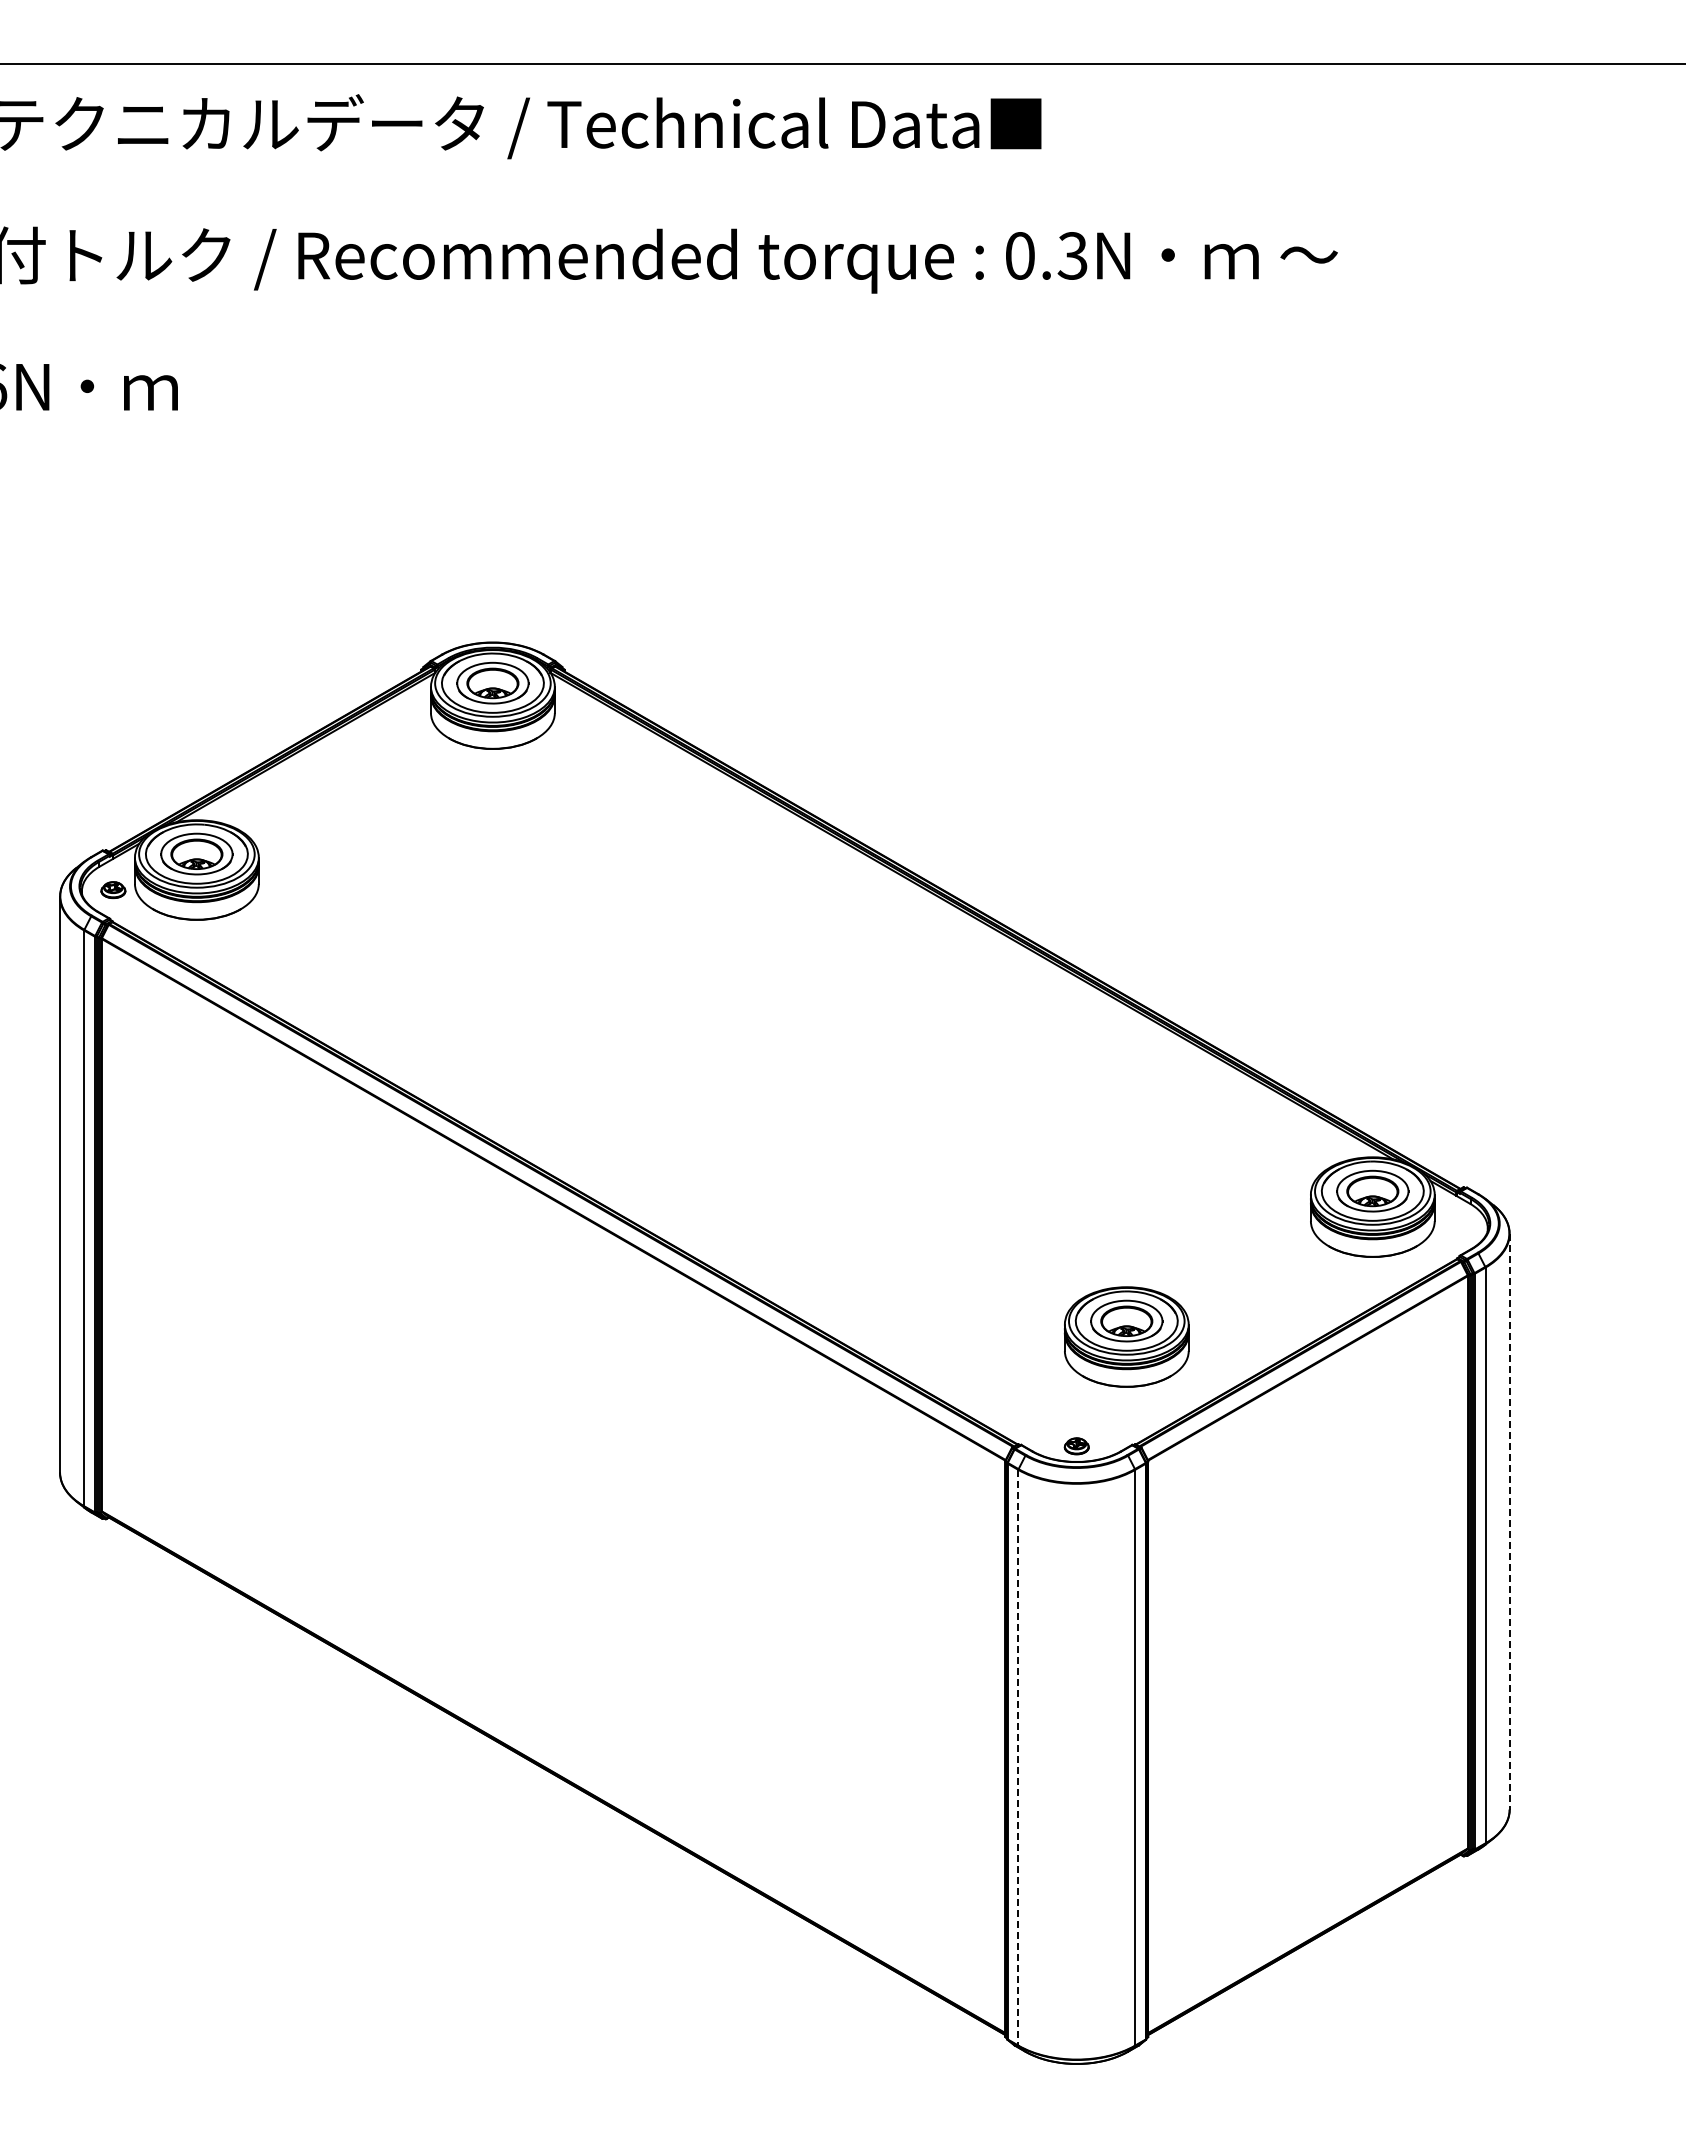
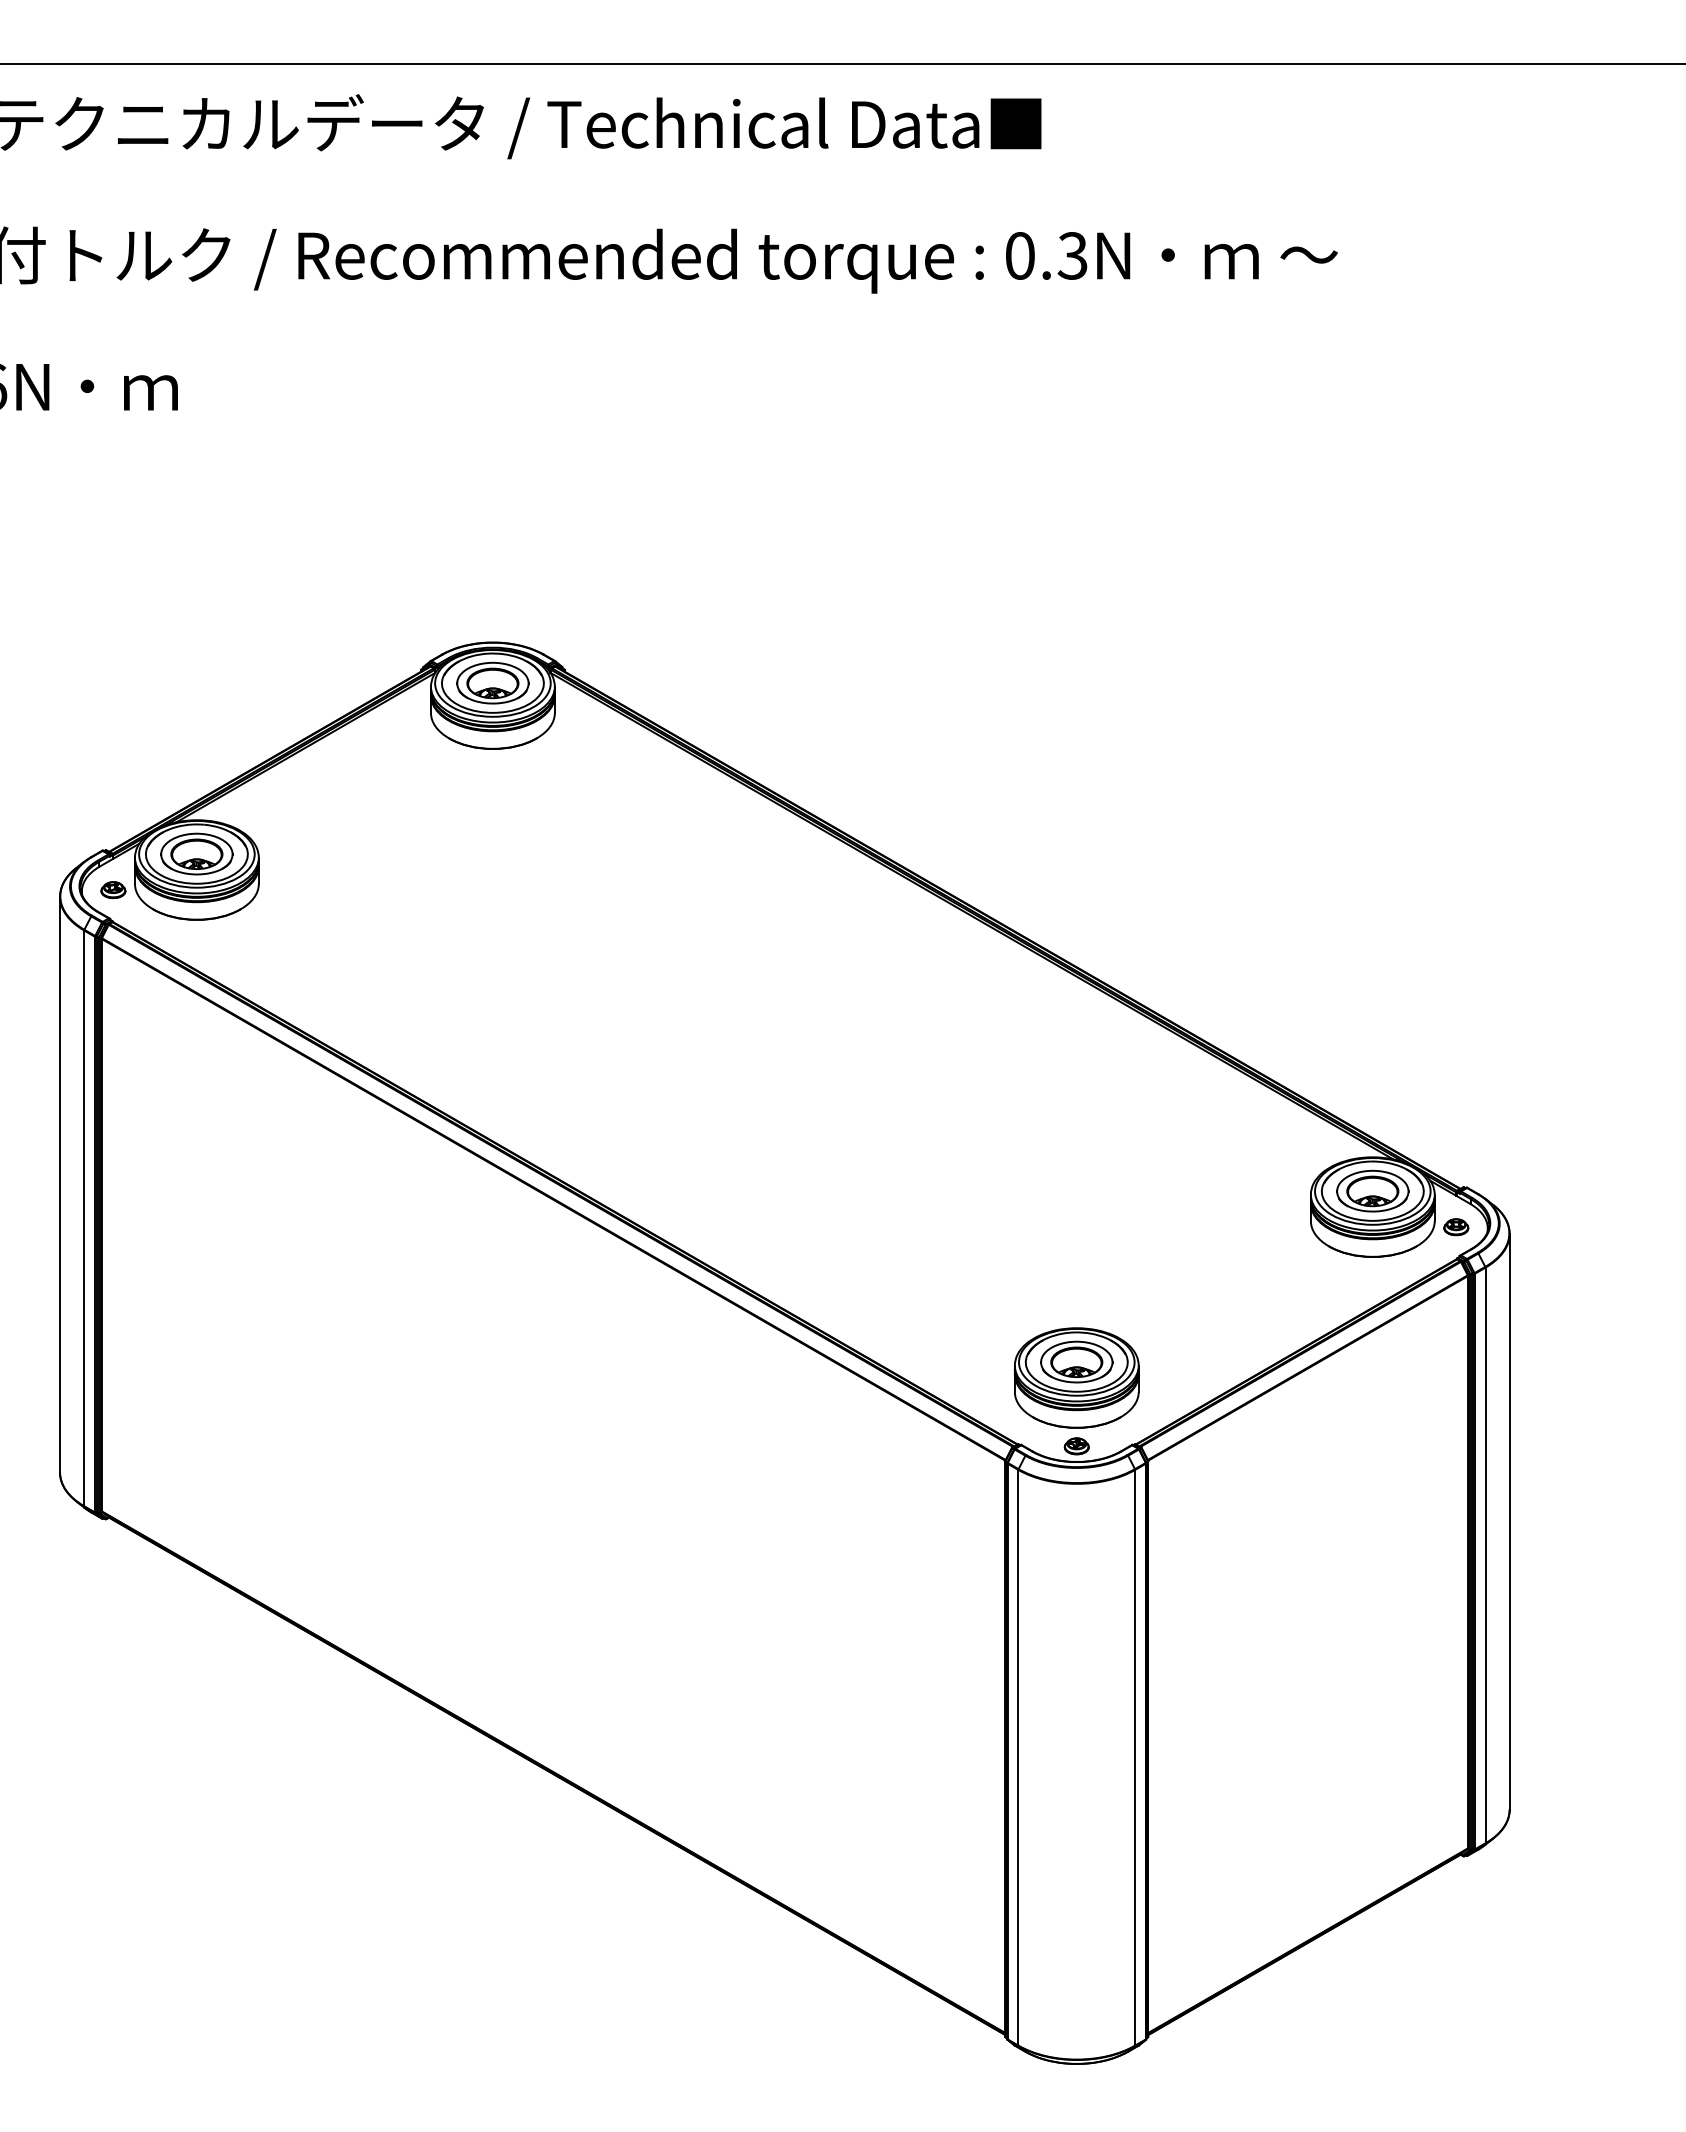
part at (1456, 1227): none -> present
part at (1126, 1336) position: (1126, 1336) -> (1076, 1377)
line at (1509, 1521): dashed -> solid
line at (1018, 1757): dashed -> solid
